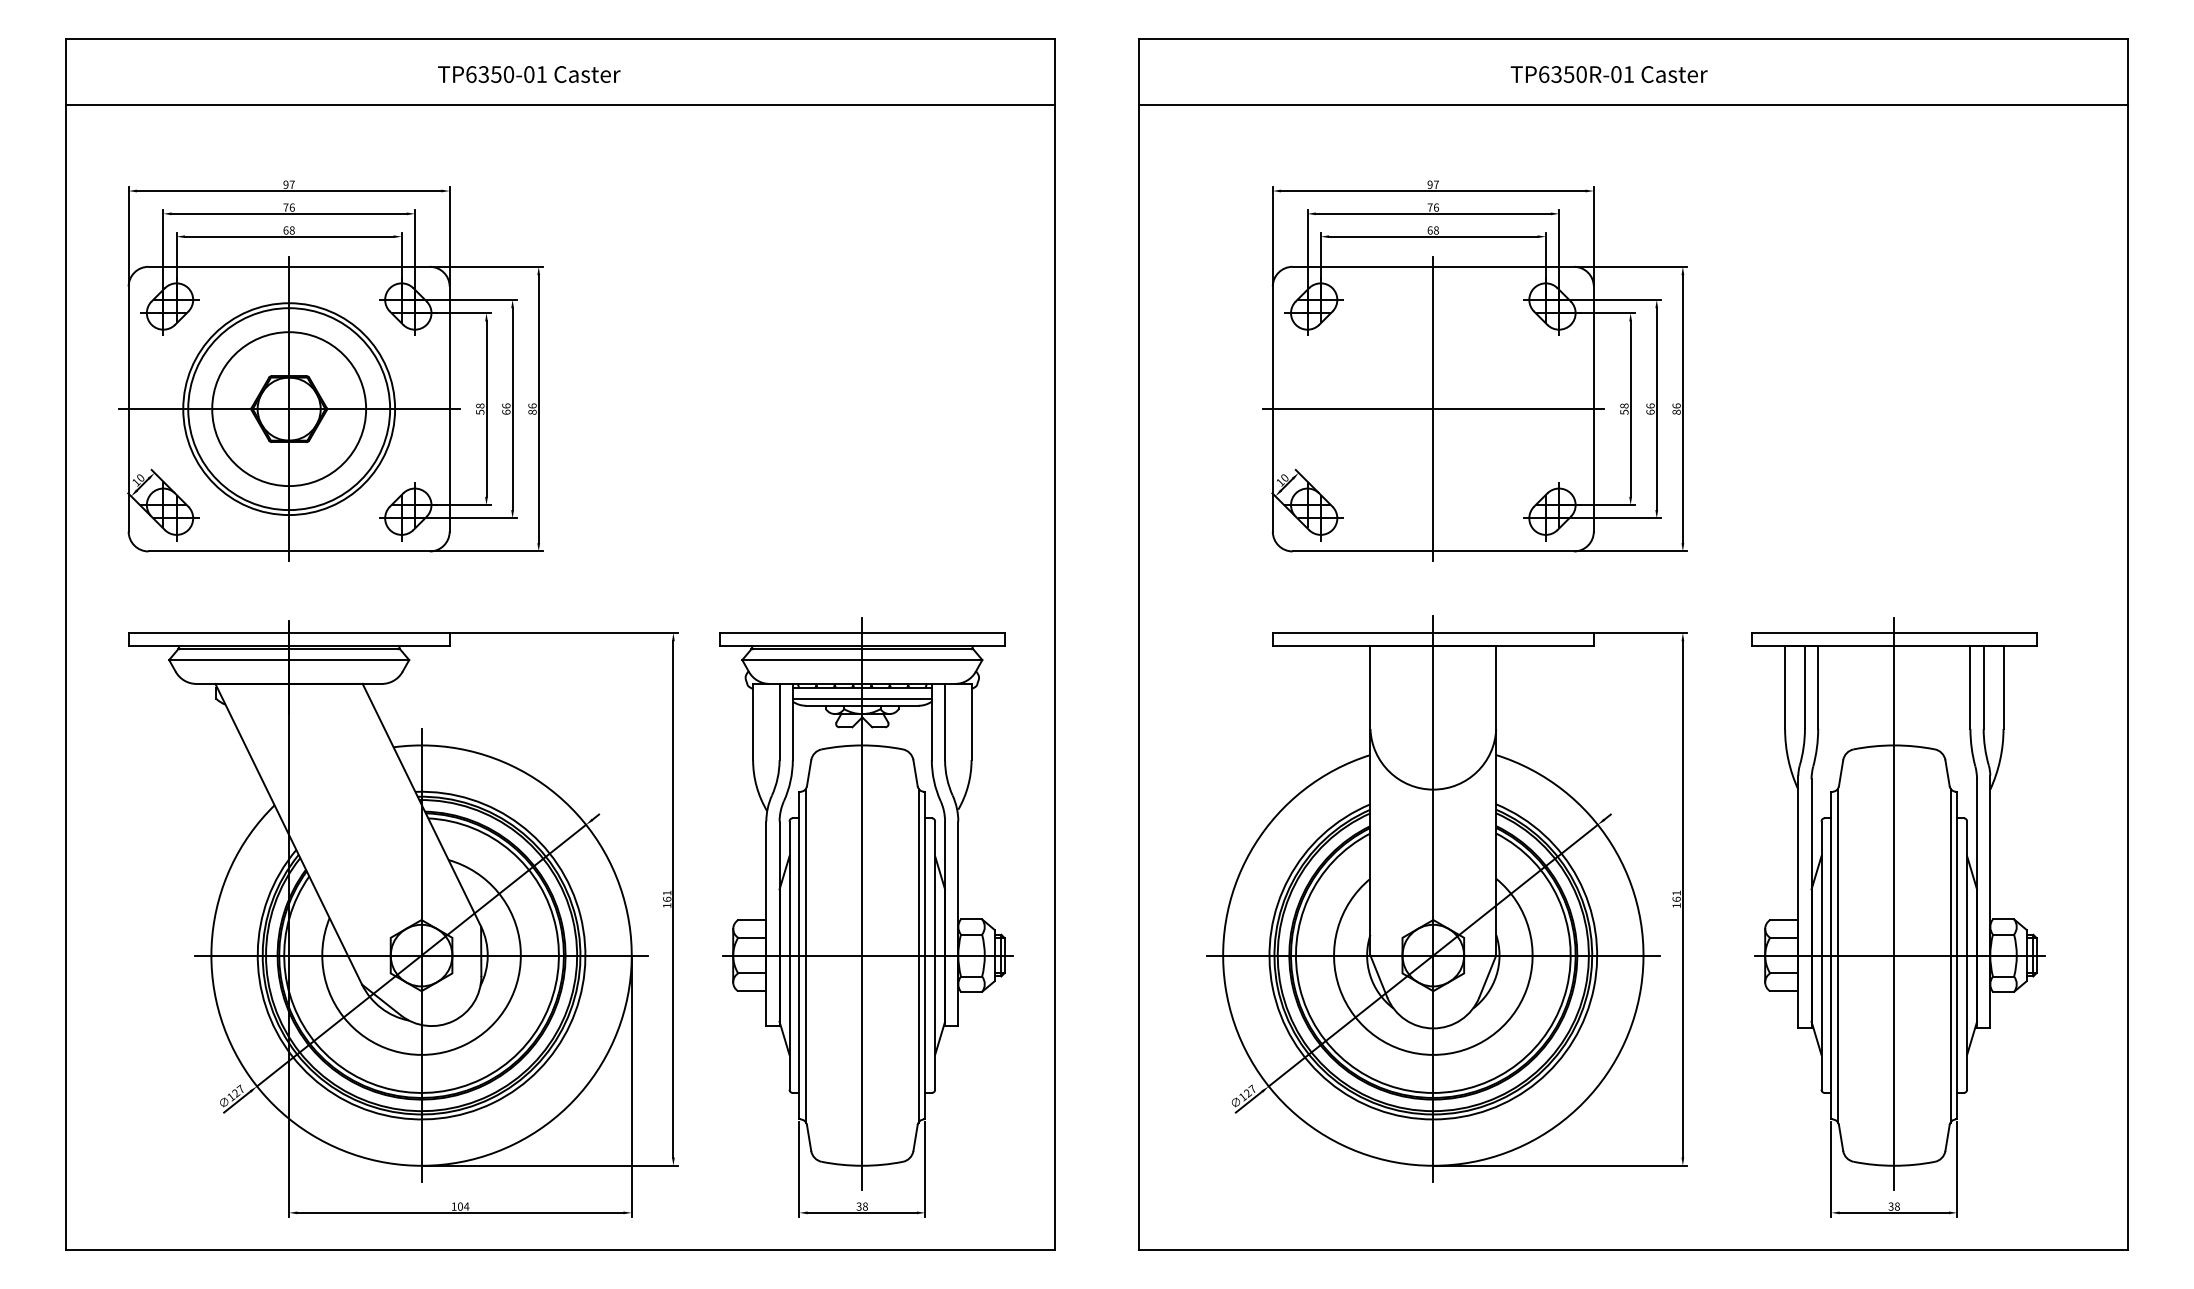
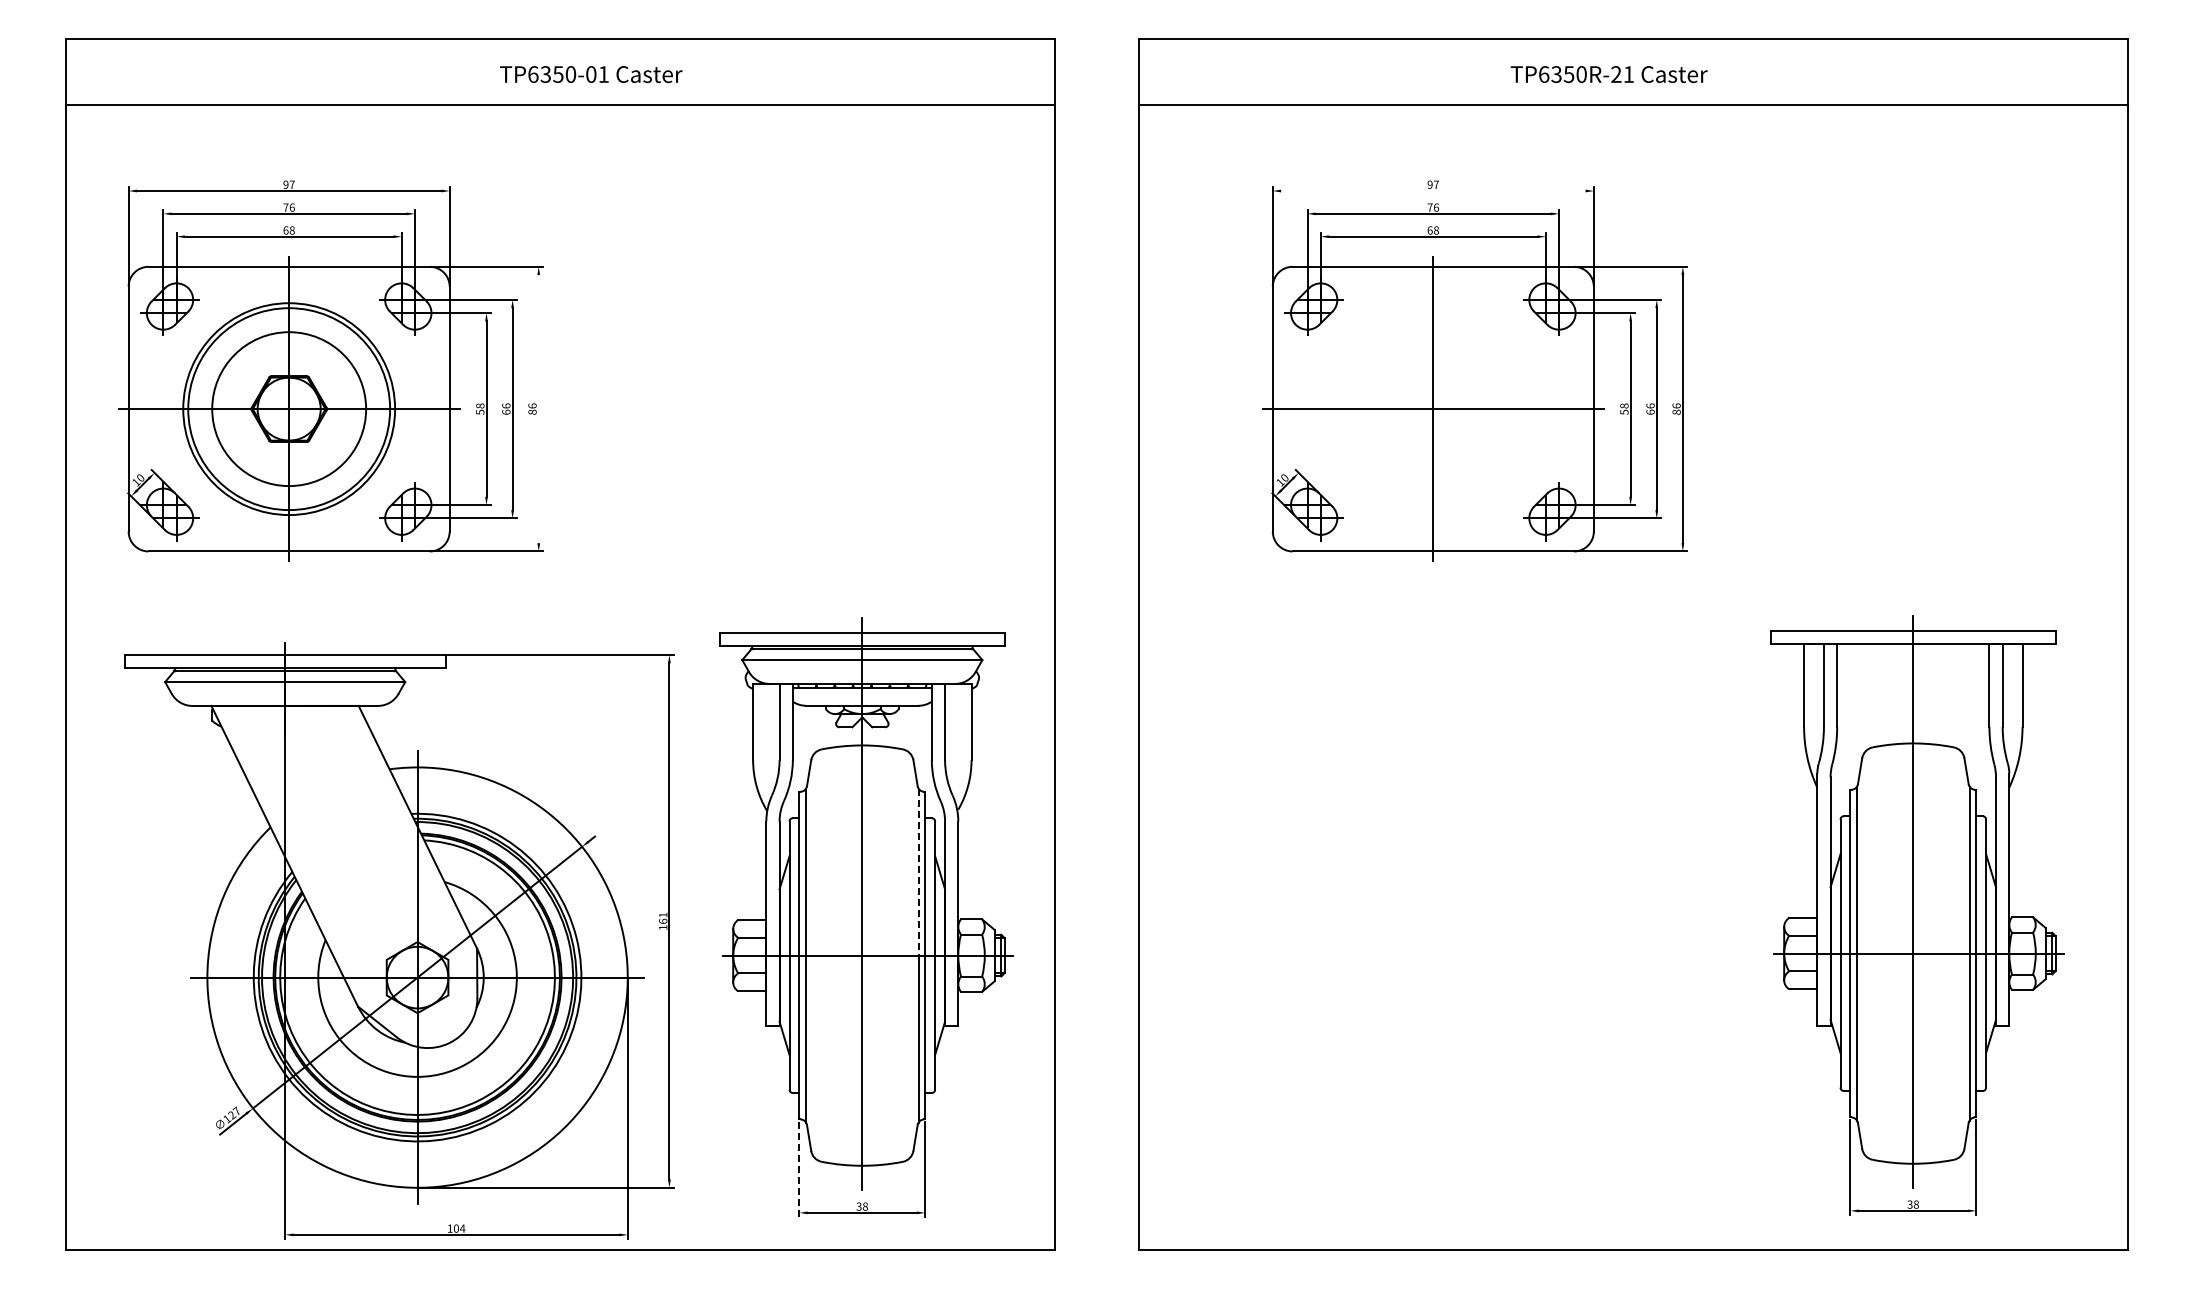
text at (529, 74) position: (529, 74) -> (591, 74)
text at (1616, 74): TP6350R-01 -> TP6350R-21
line at (1433, 191): present -> none
line at (538, 409): present -> none
line at (861, 698): present -> none
line at (918, 872): solid -> dashed
part at (1446, 898): present -> none
part at (1898, 917) position: (1898, 917) -> (1917, 915)
part at (403, 918) position: (403, 918) -> (399, 940)
line at (799, 1169): solid -> dashed
